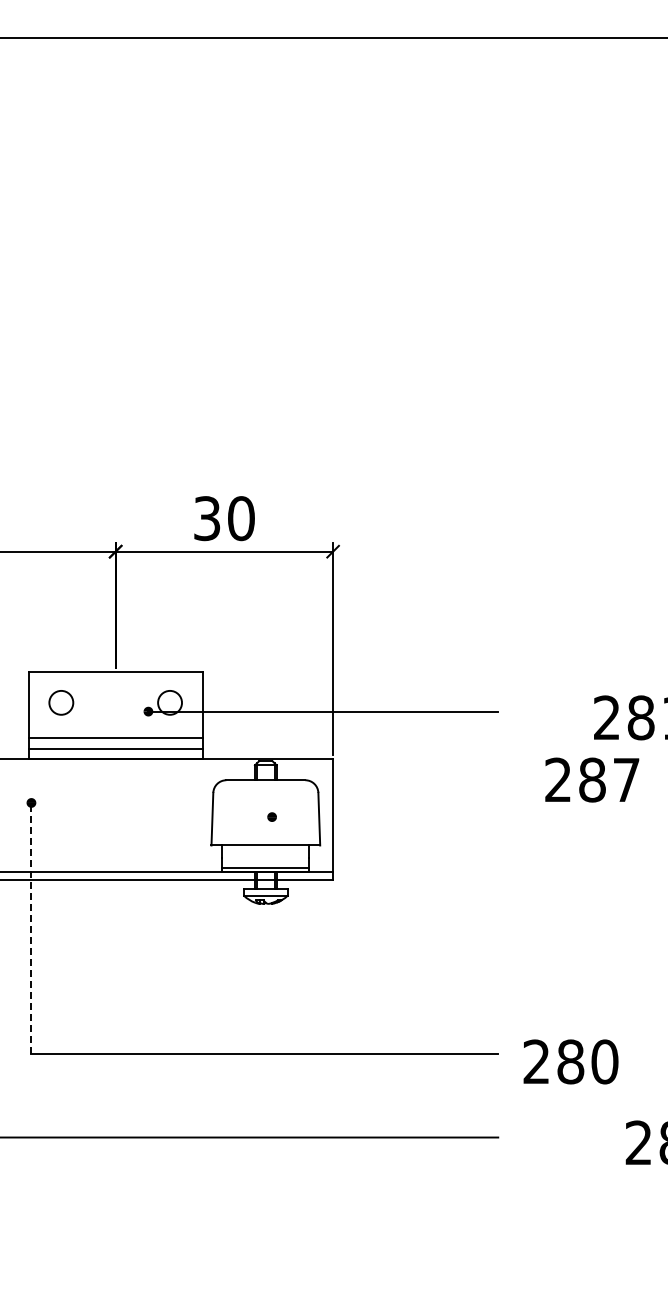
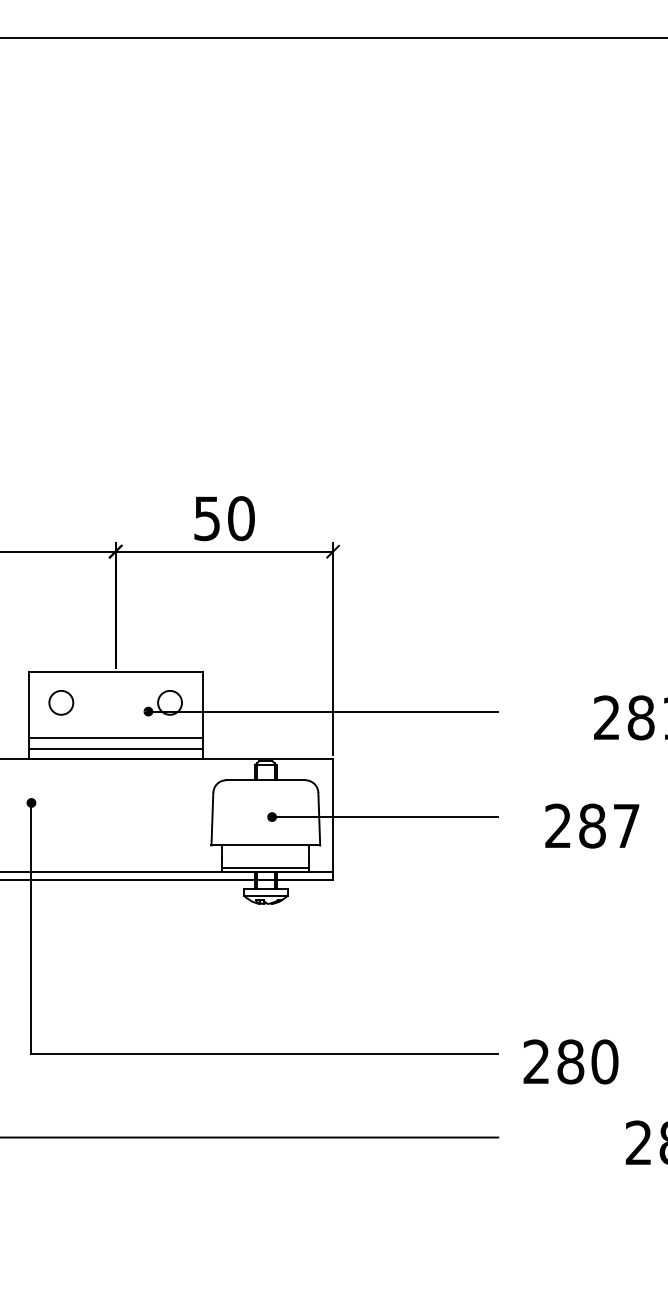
text at (207, 518): 30 -> 50
text at (592, 779) position: (592, 779) -> (592, 825)
line at (385, 817): none -> present
line at (31, 927): dashed -> solid
